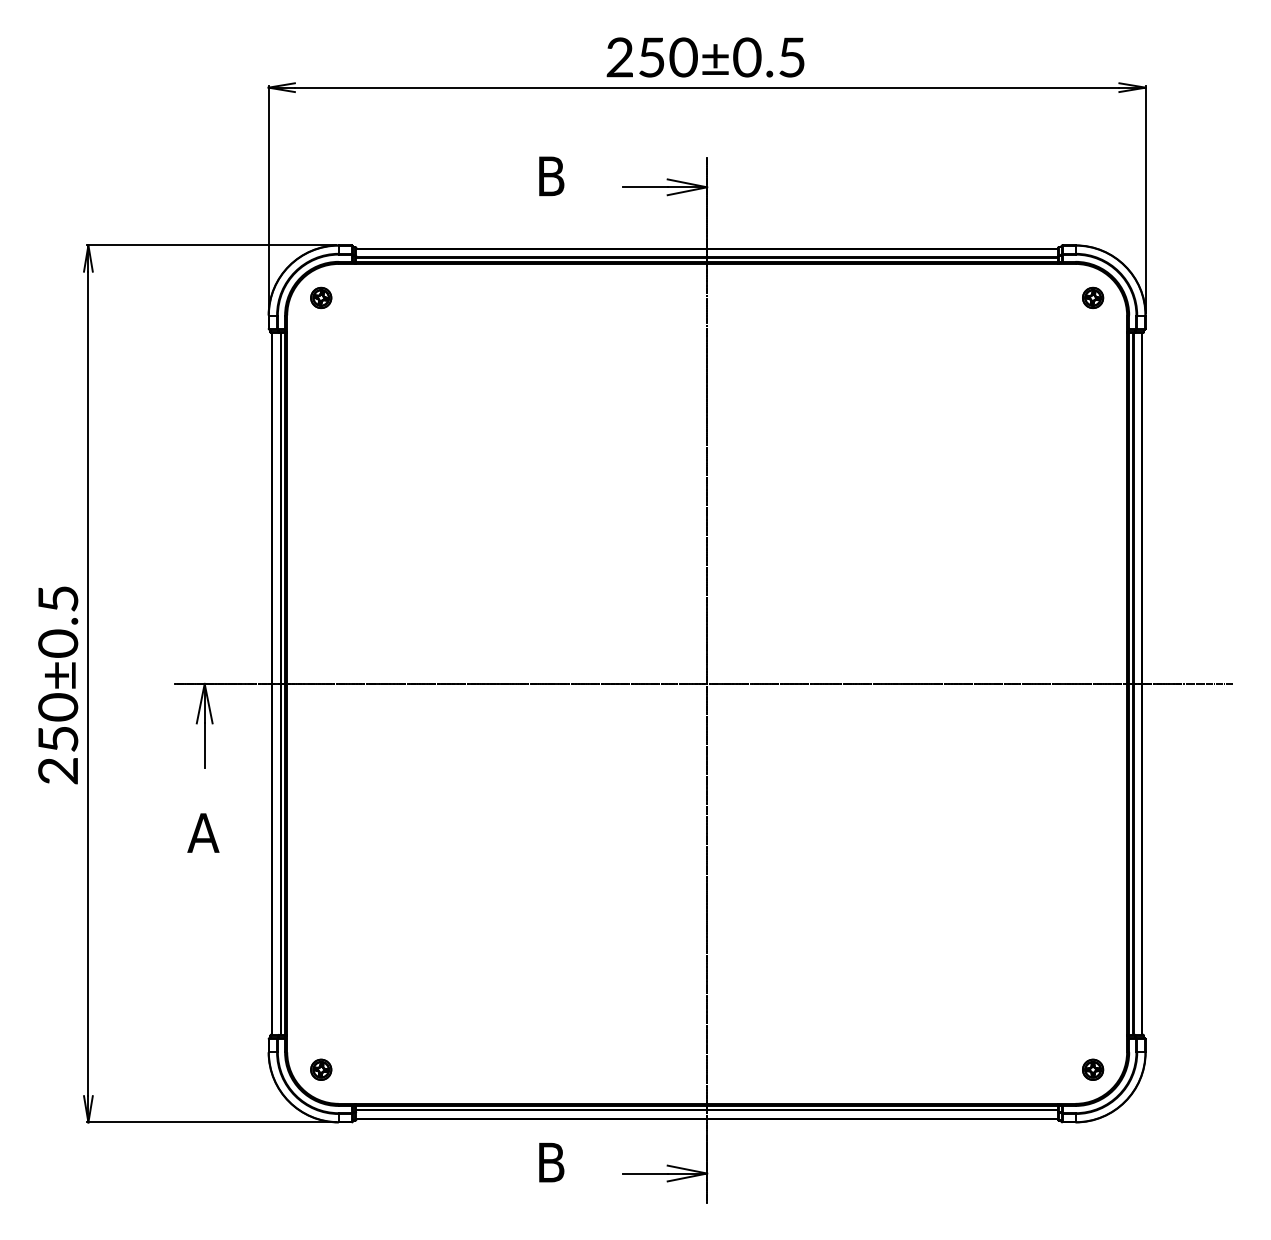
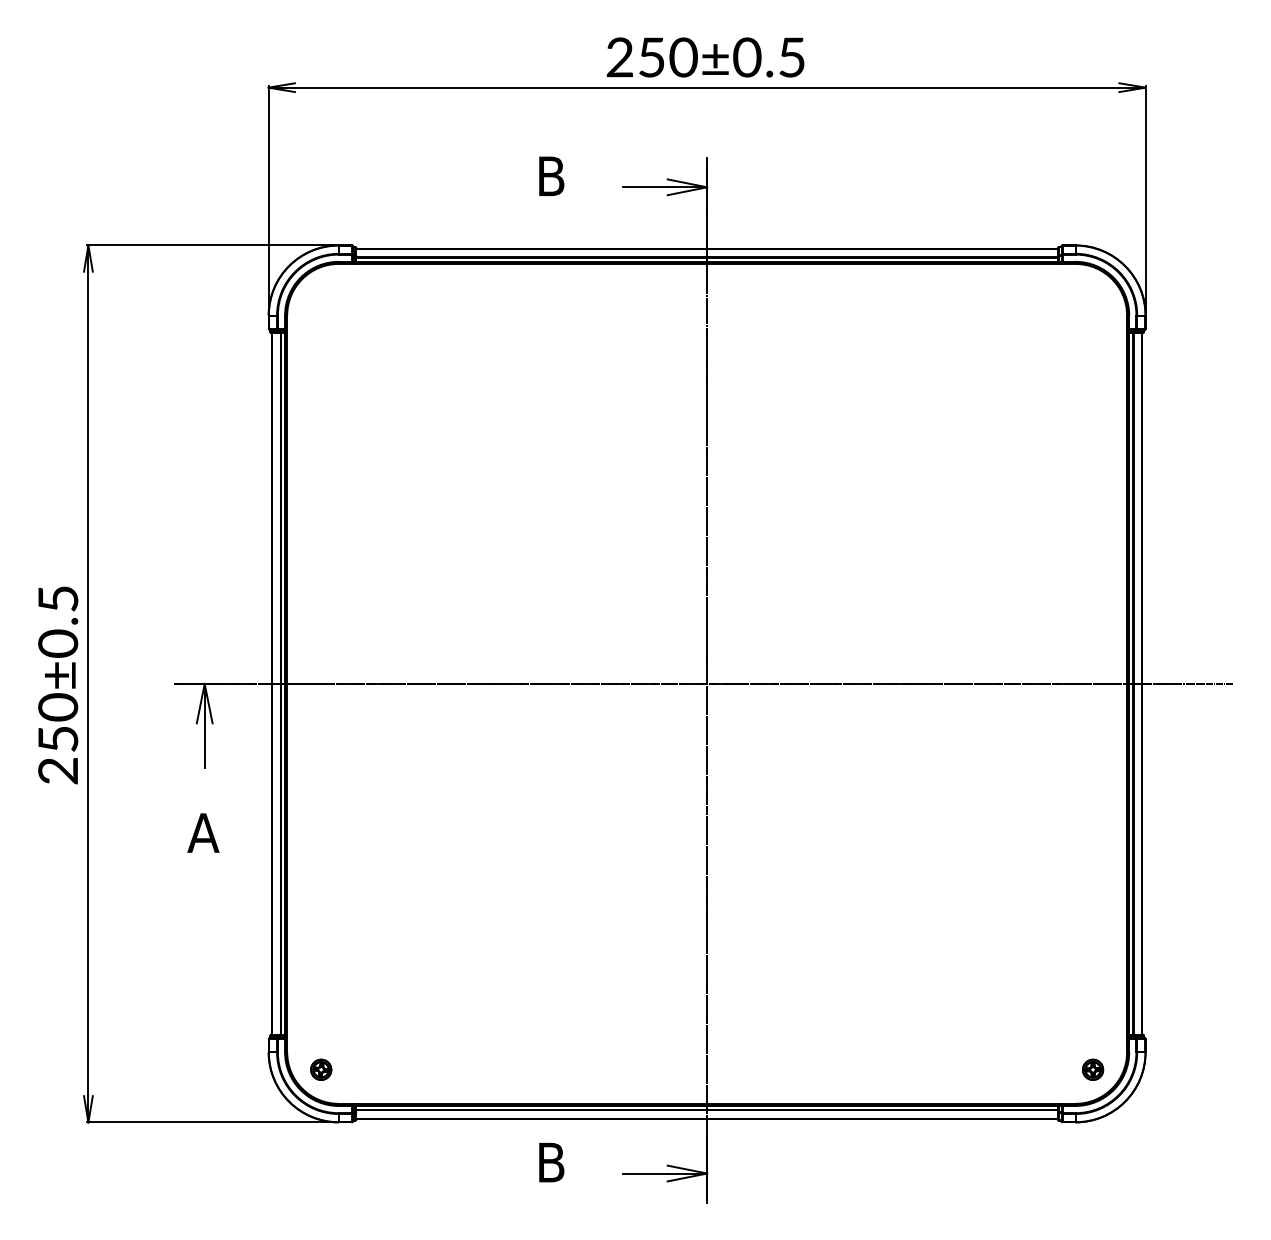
part at (321, 297): present -> none
part at (1093, 297): present -> none
